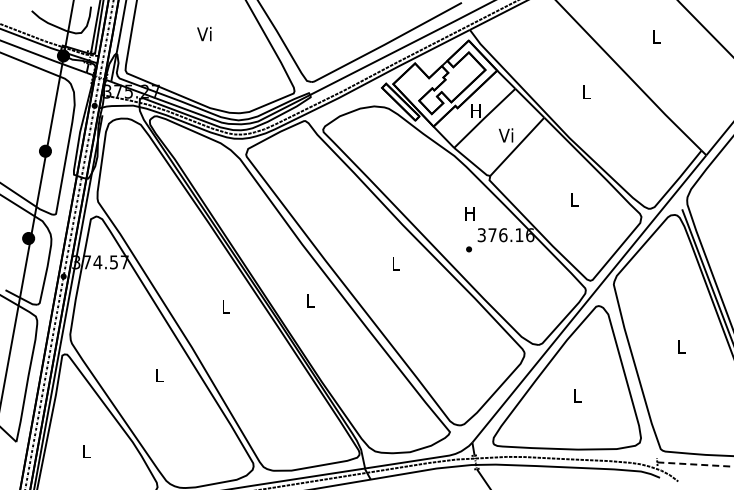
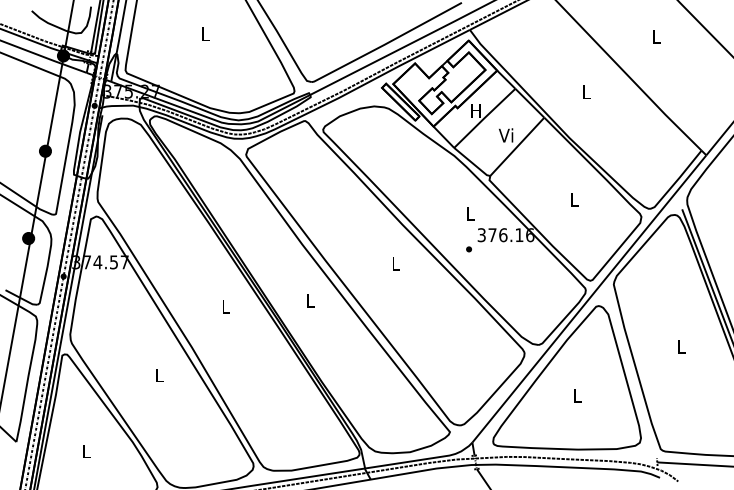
text at (204, 33): Vi -> L
text at (469, 213): H -> L
line at (695, 464): dashed -> solid
